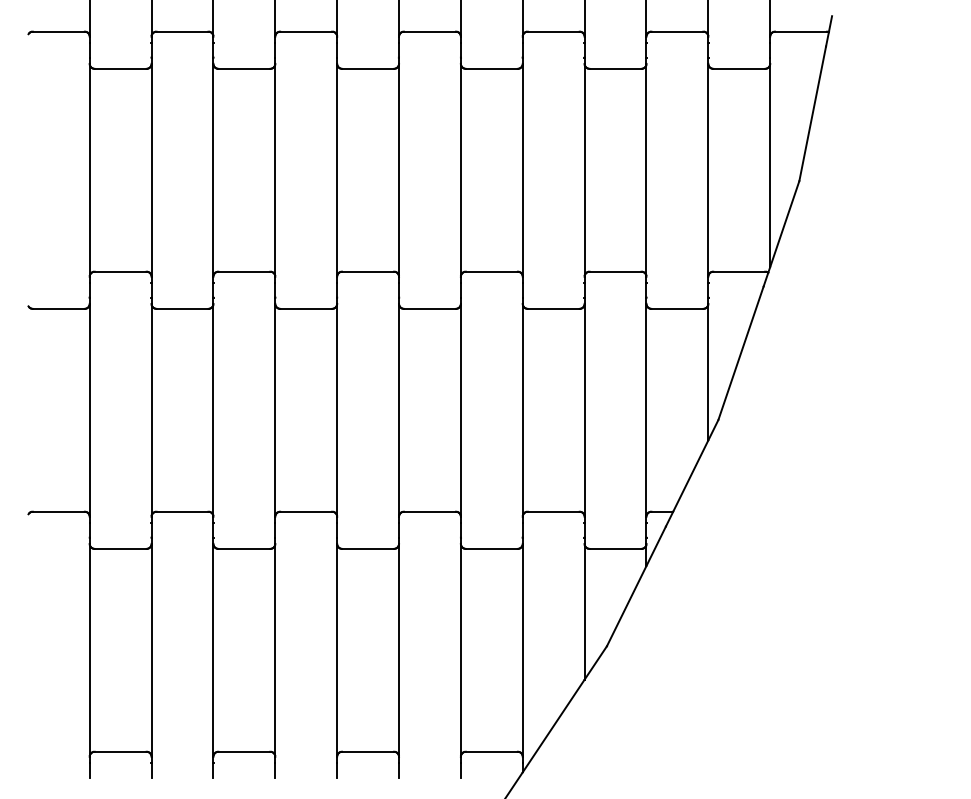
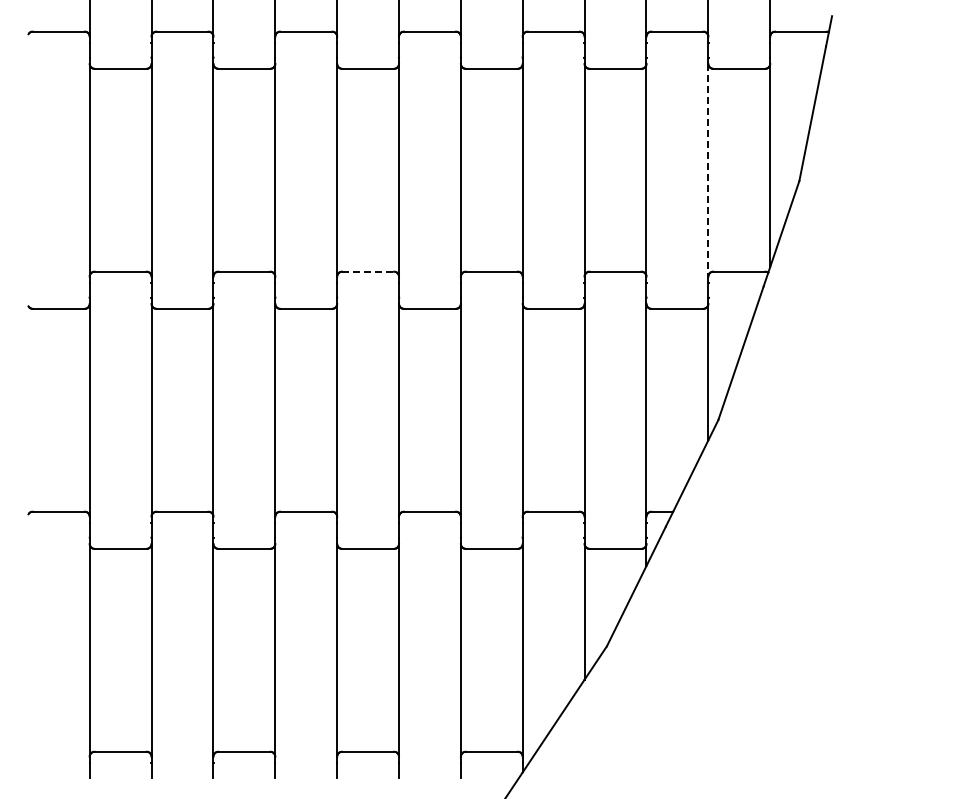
line at (708, 170): solid -> dashed
line at (368, 271): solid -> dashed
